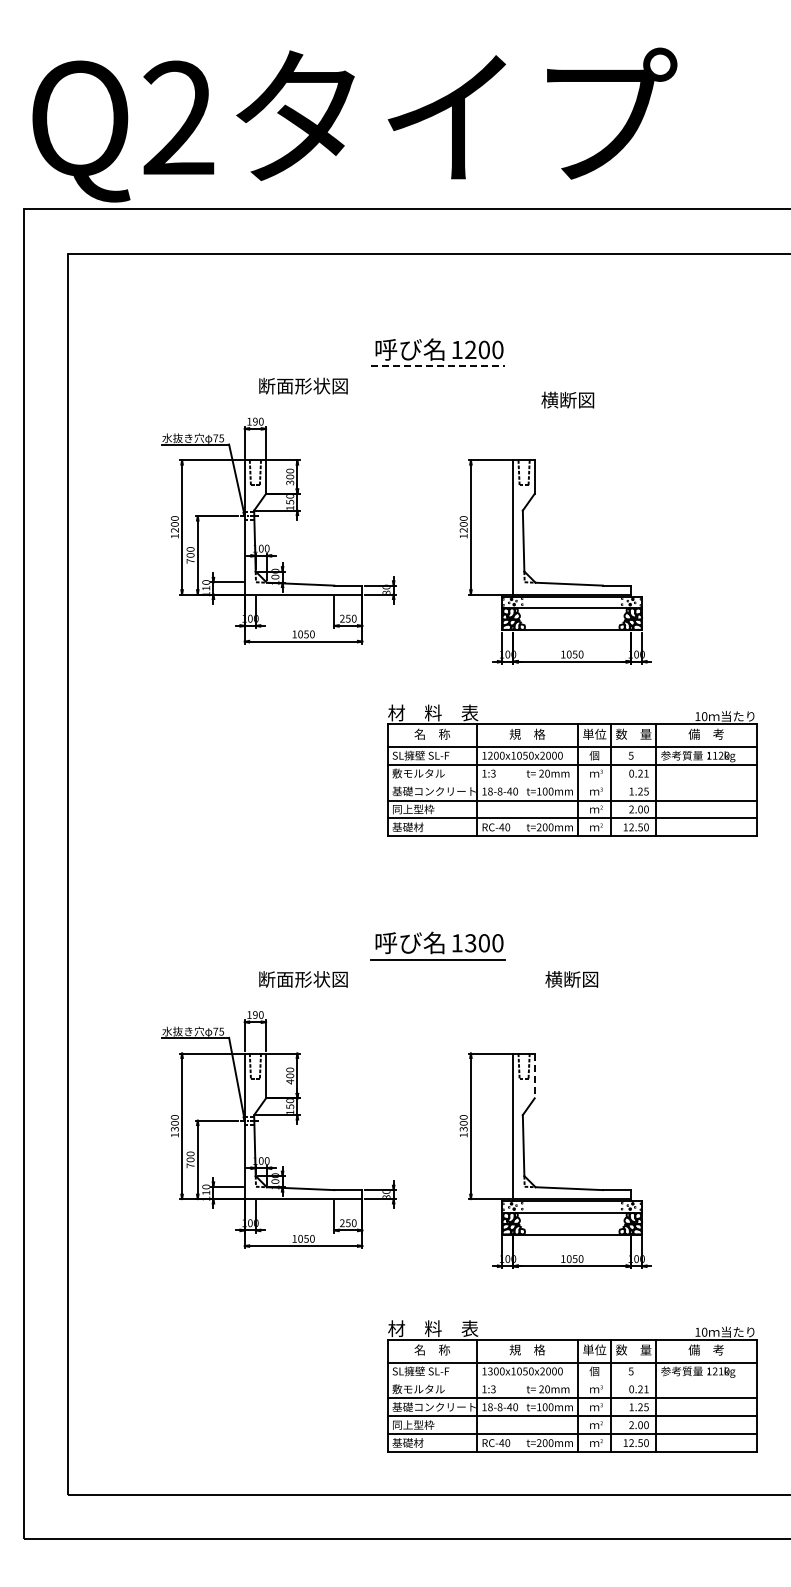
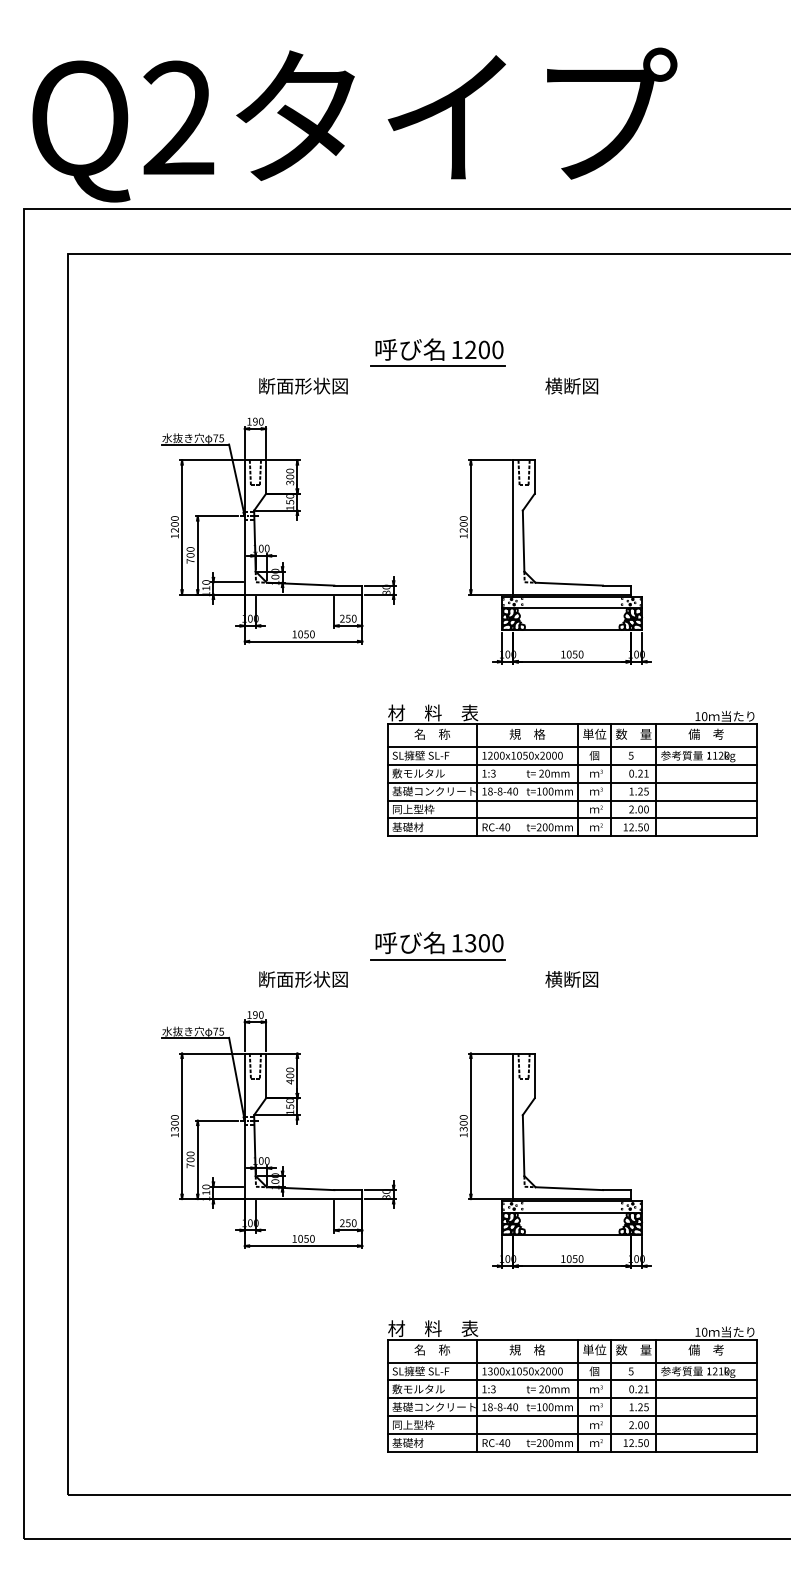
line at (438, 366): dashed -> solid
text at (567, 399) position: (567, 399) -> (571, 385)
line at (571, 782): none -> present
line at (534, 1076): dashed -> solid
line at (571, 1380): none -> present
